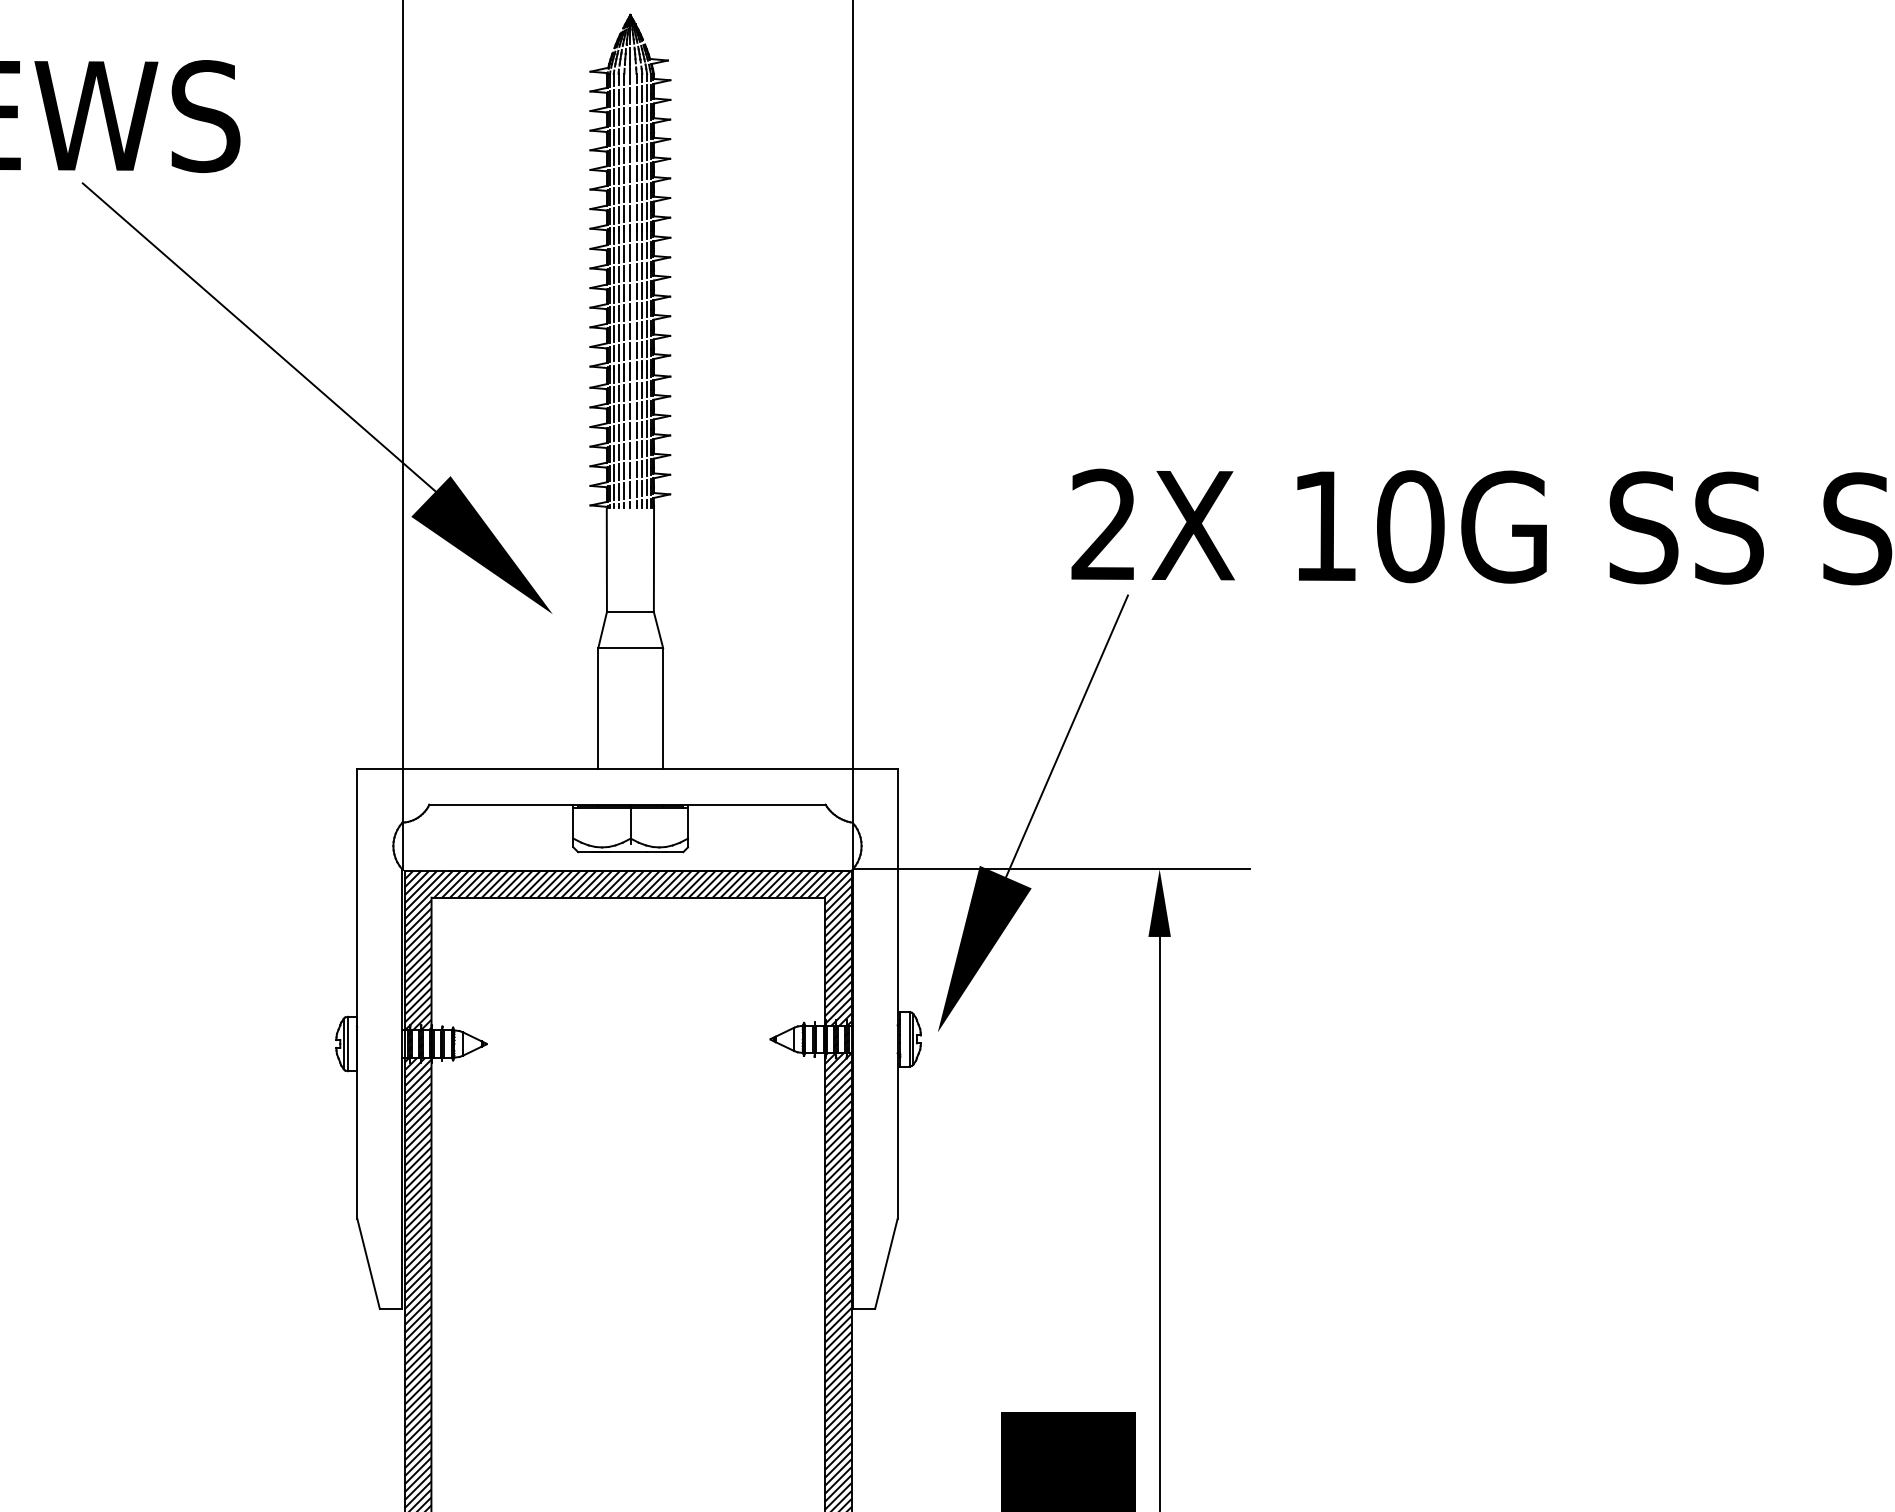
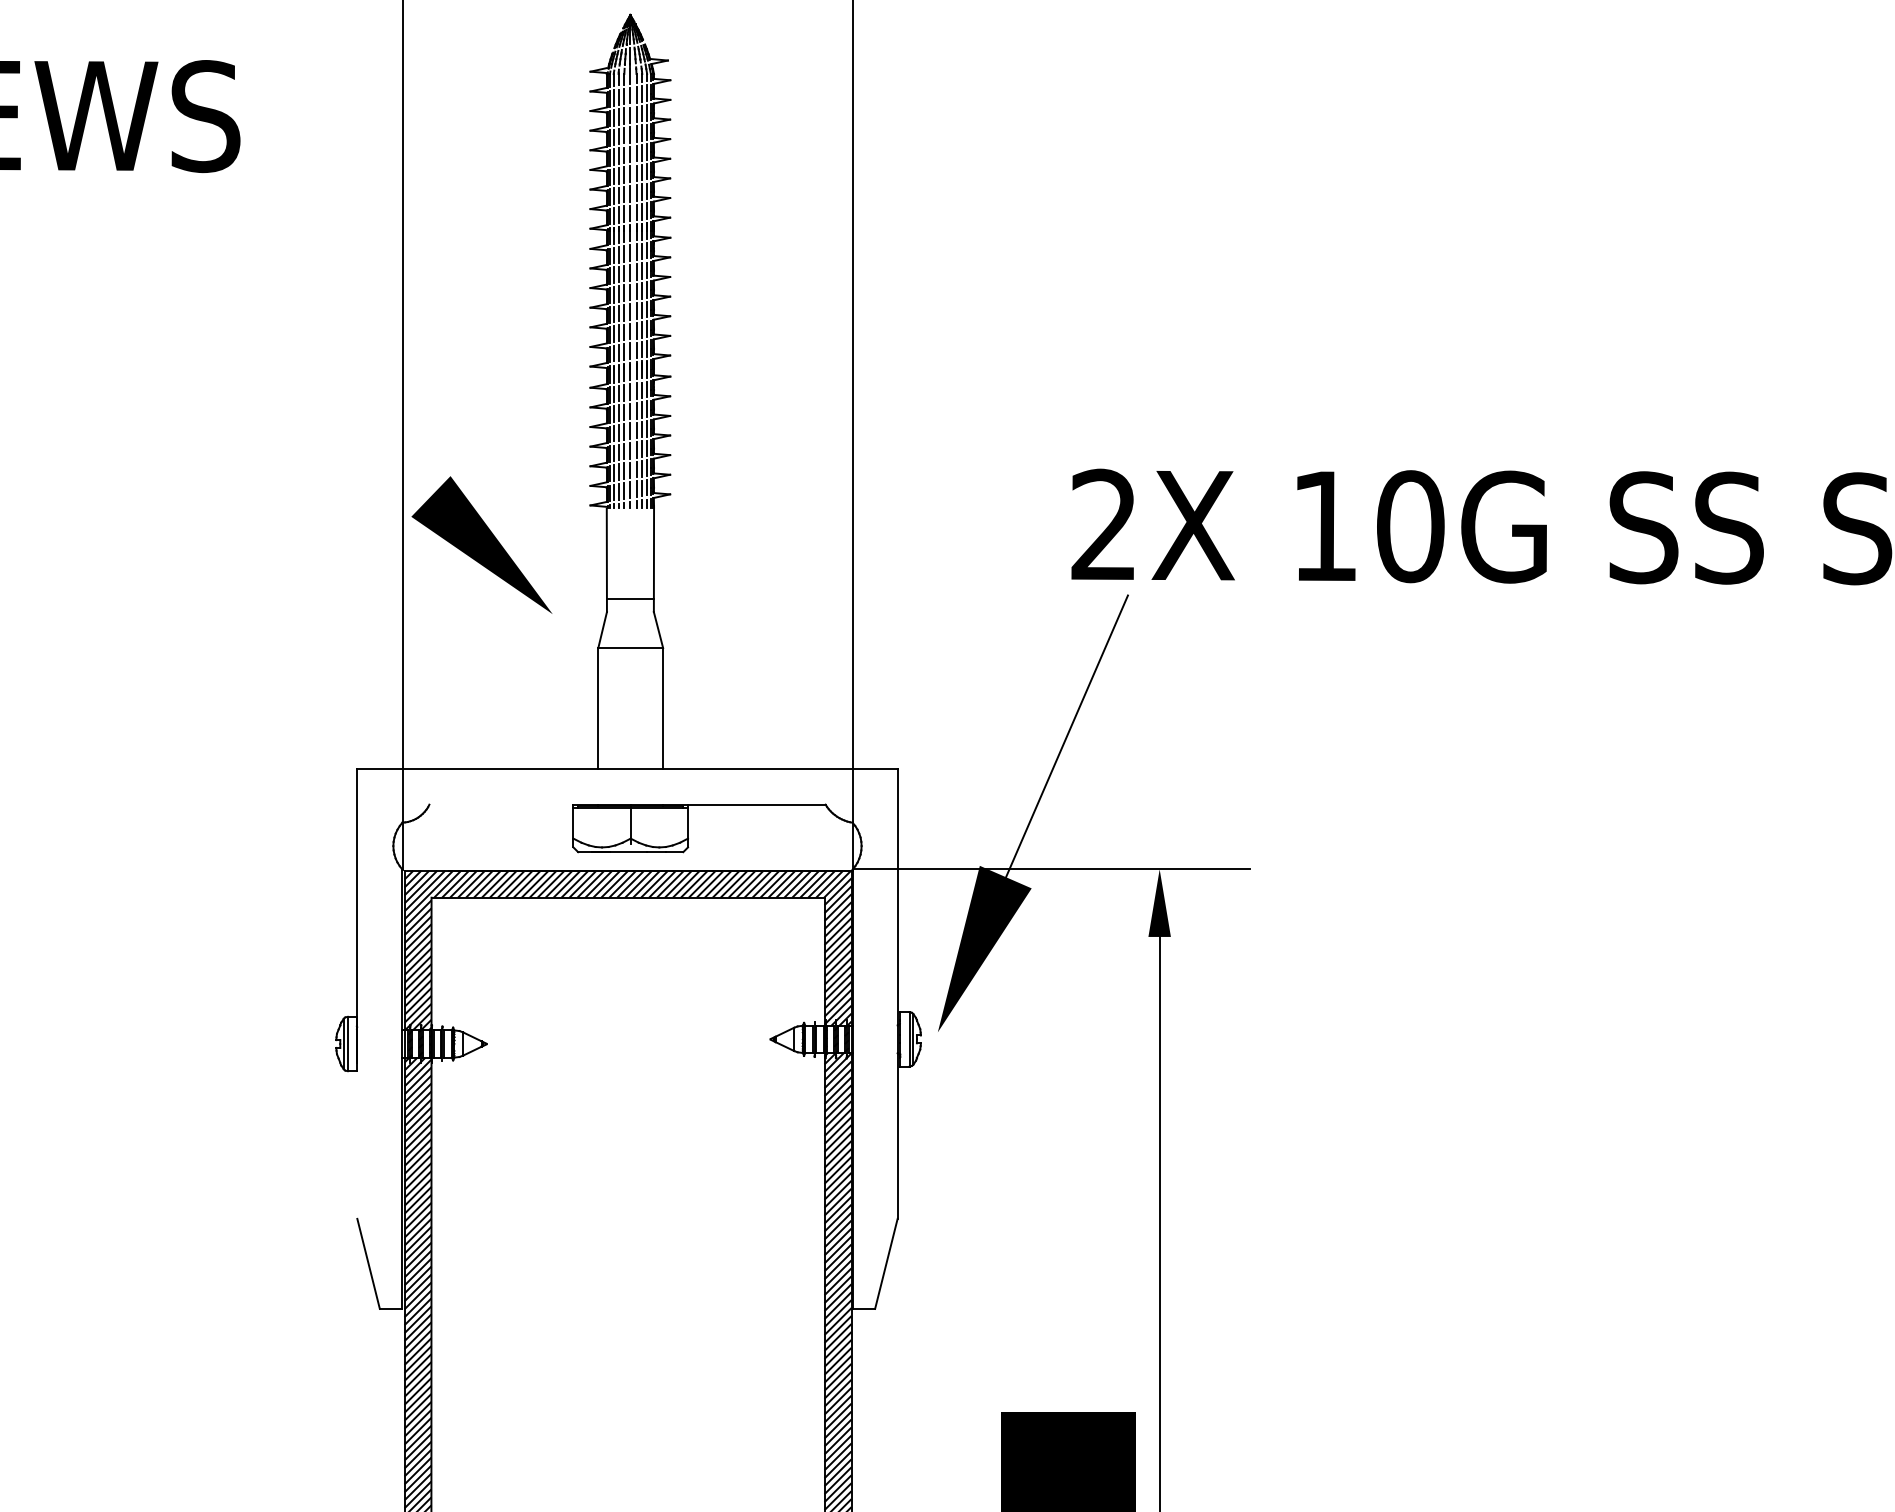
line at (265, 343): present -> none
line at (629, 612) position: (629, 612) -> (629, 599)
line at (501, 804): present -> none
line at (357, 1140): present -> none
